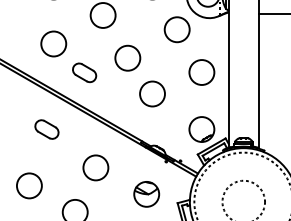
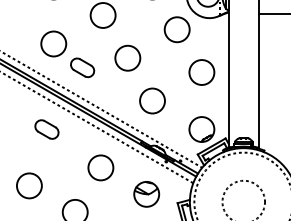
part at (84, 72) position: (84, 72) -> (82, 67)
circle at (152, 93) position: (152, 93) -> (152, 100)
line at (102, 109): none -> present
line at (97, 128): none -> present
circle at (95, 167) position: (95, 167) -> (100, 167)
